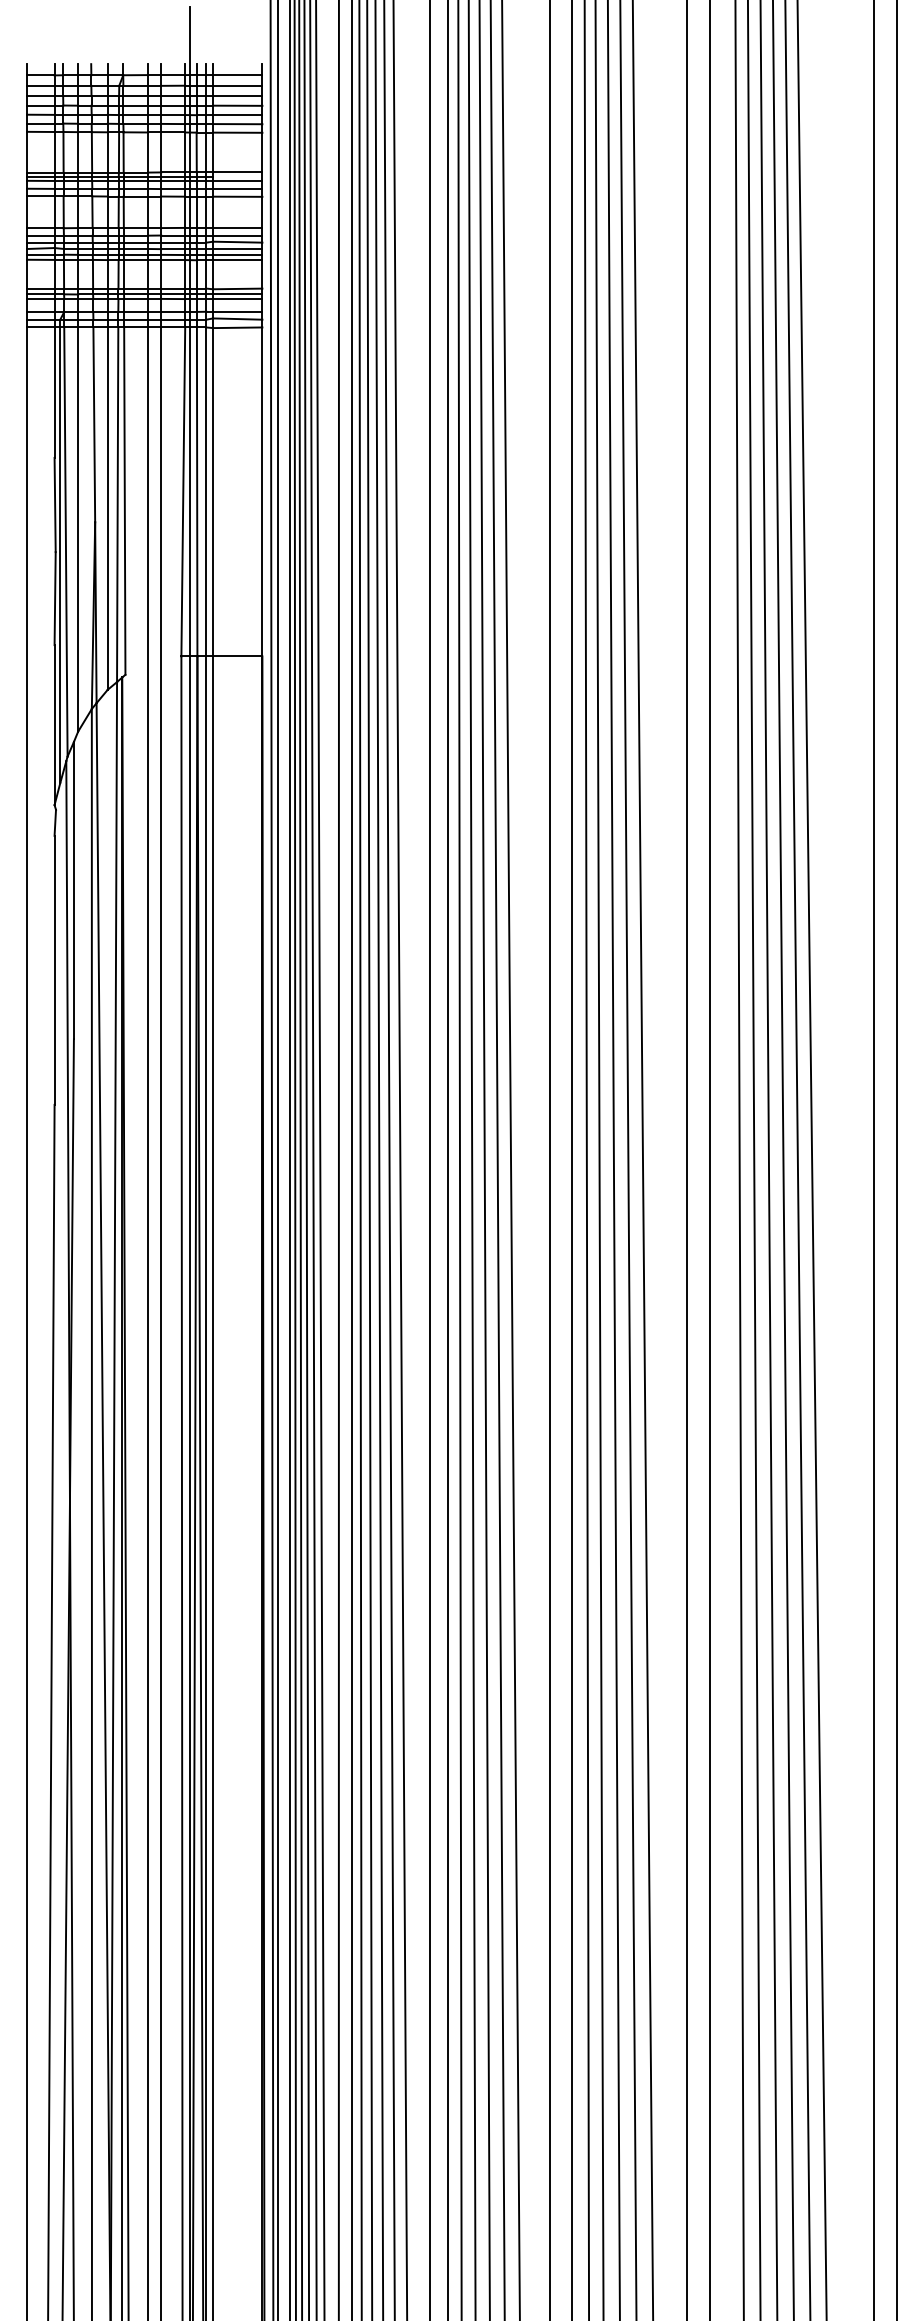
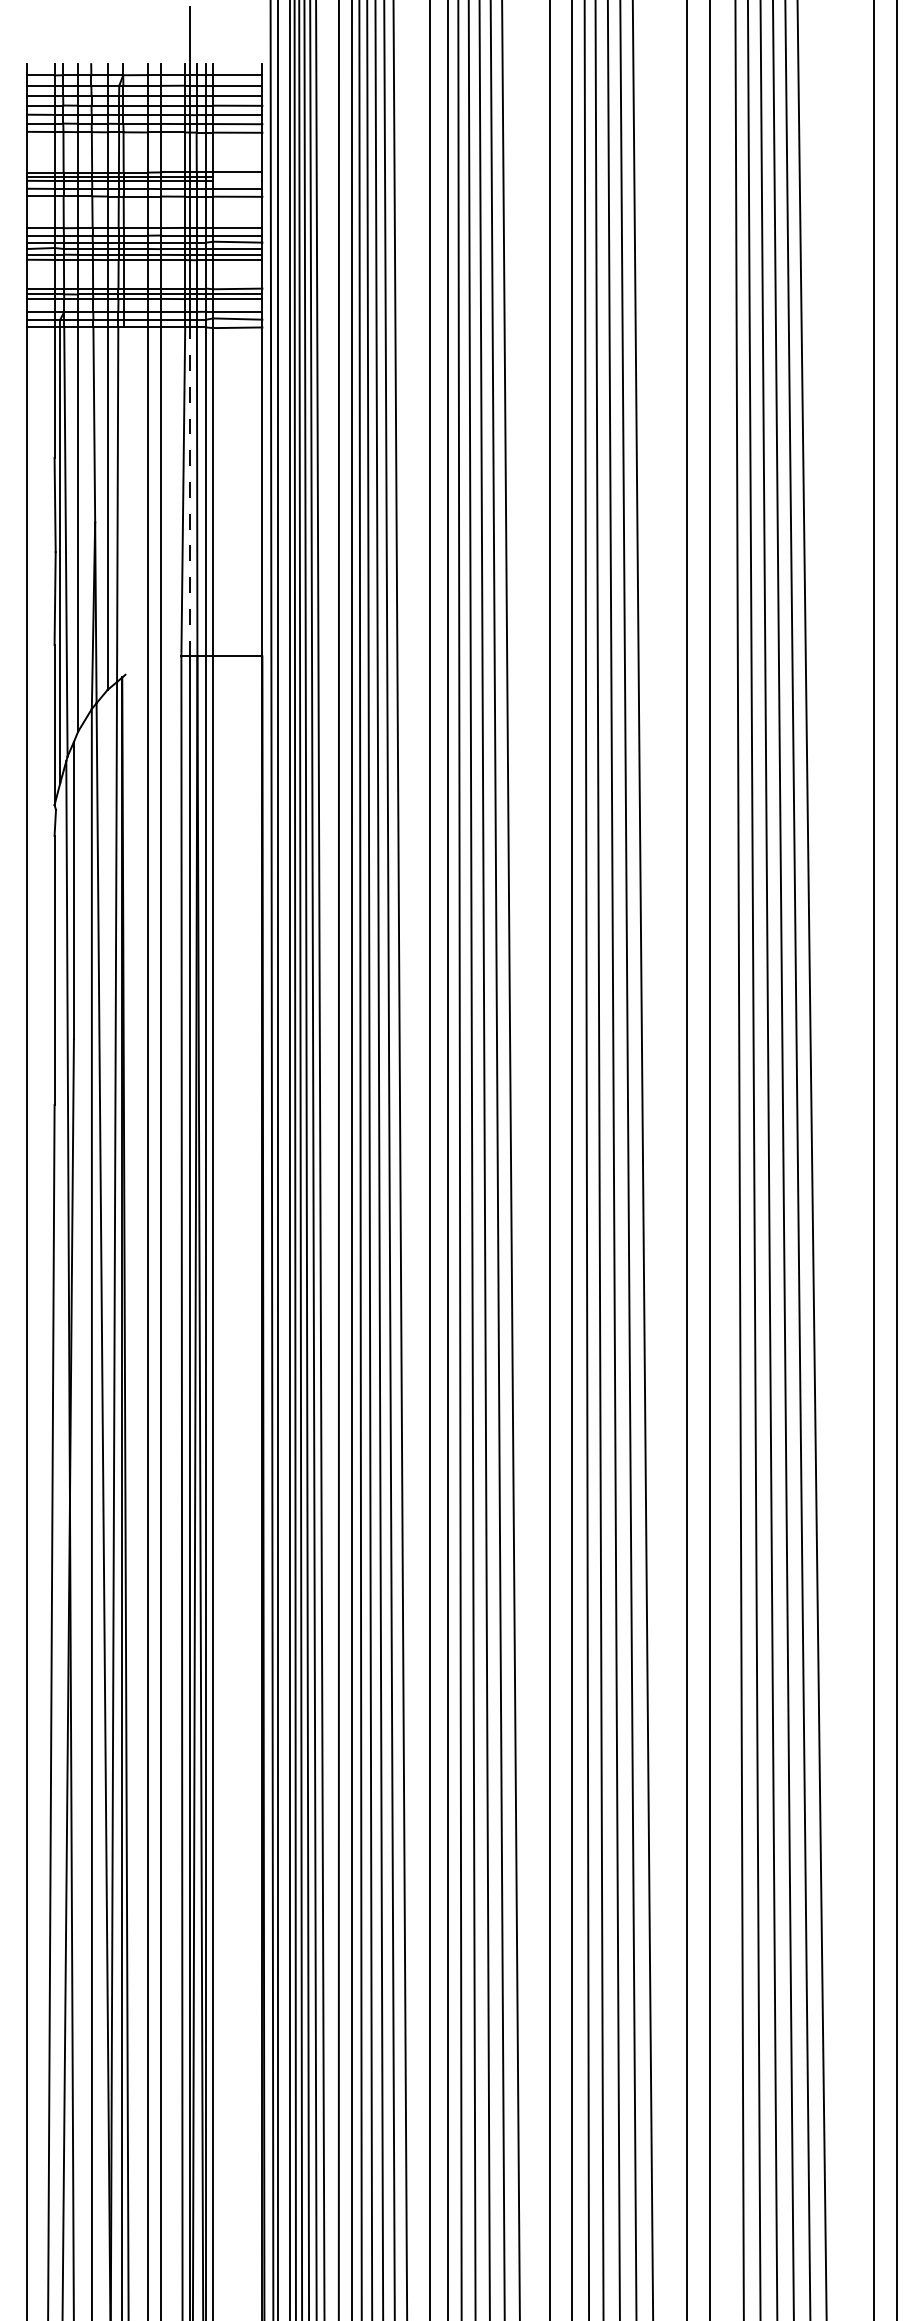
line at (237, 180): present -> none
line at (189, 491): solid -> dashed
line at (124, 500): present -> none
